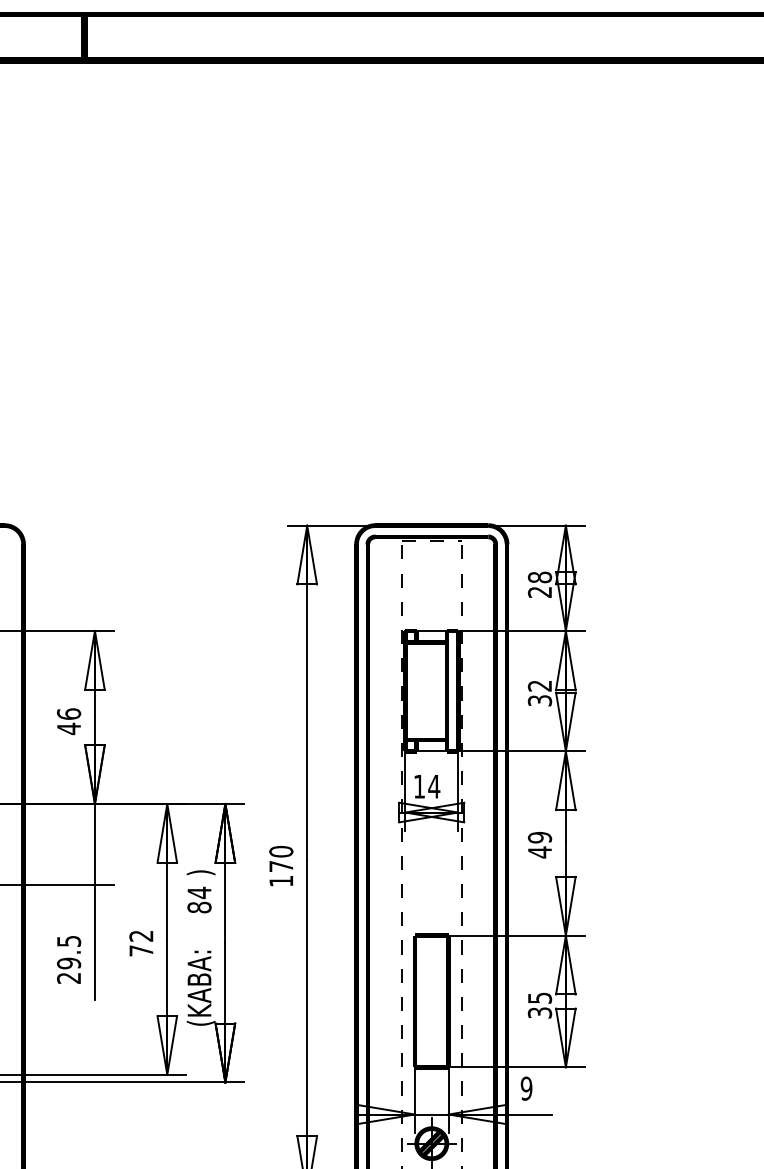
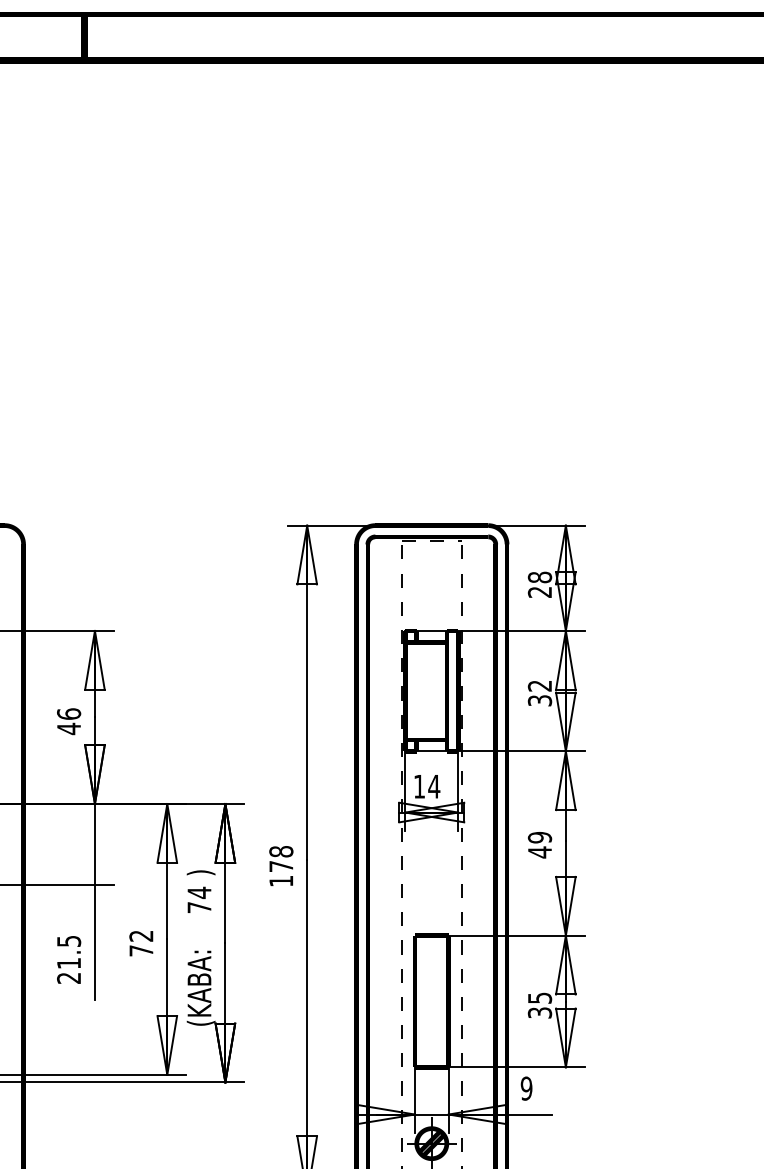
text at (281, 851): 170 -> 178
text at (199, 907): 84 -> 74
text at (69, 963): 29.5 -> 21.5
